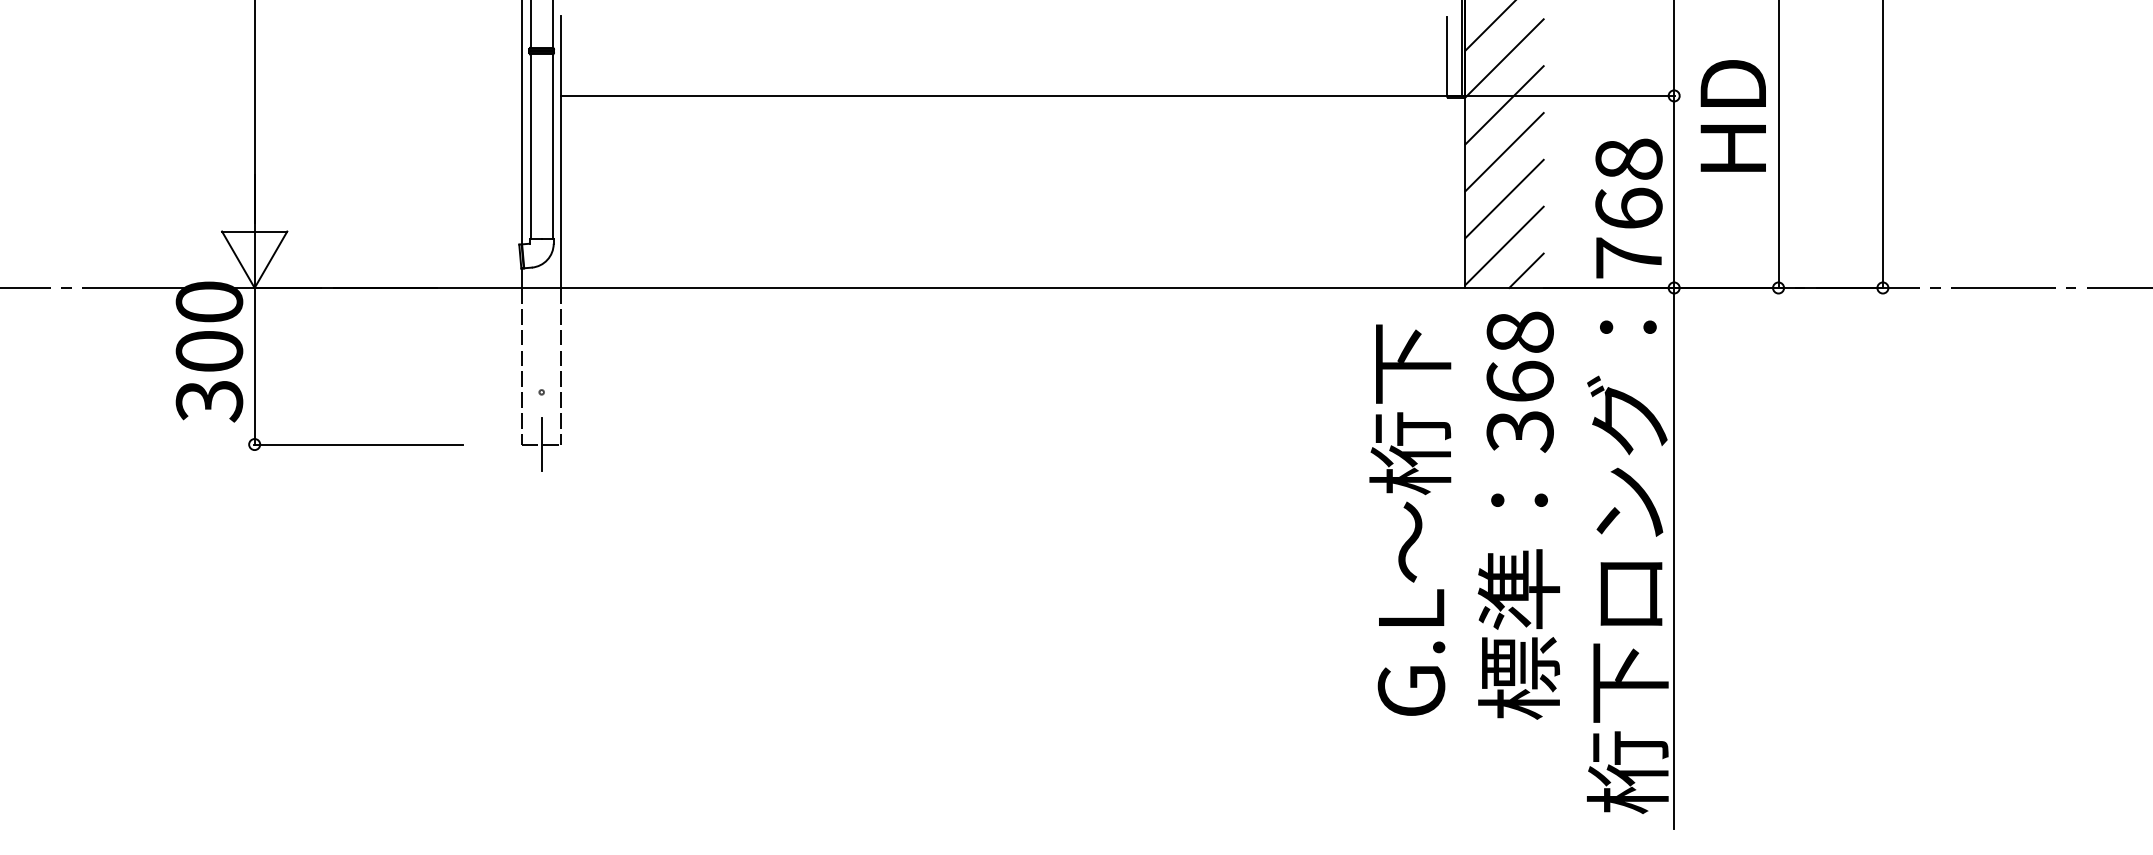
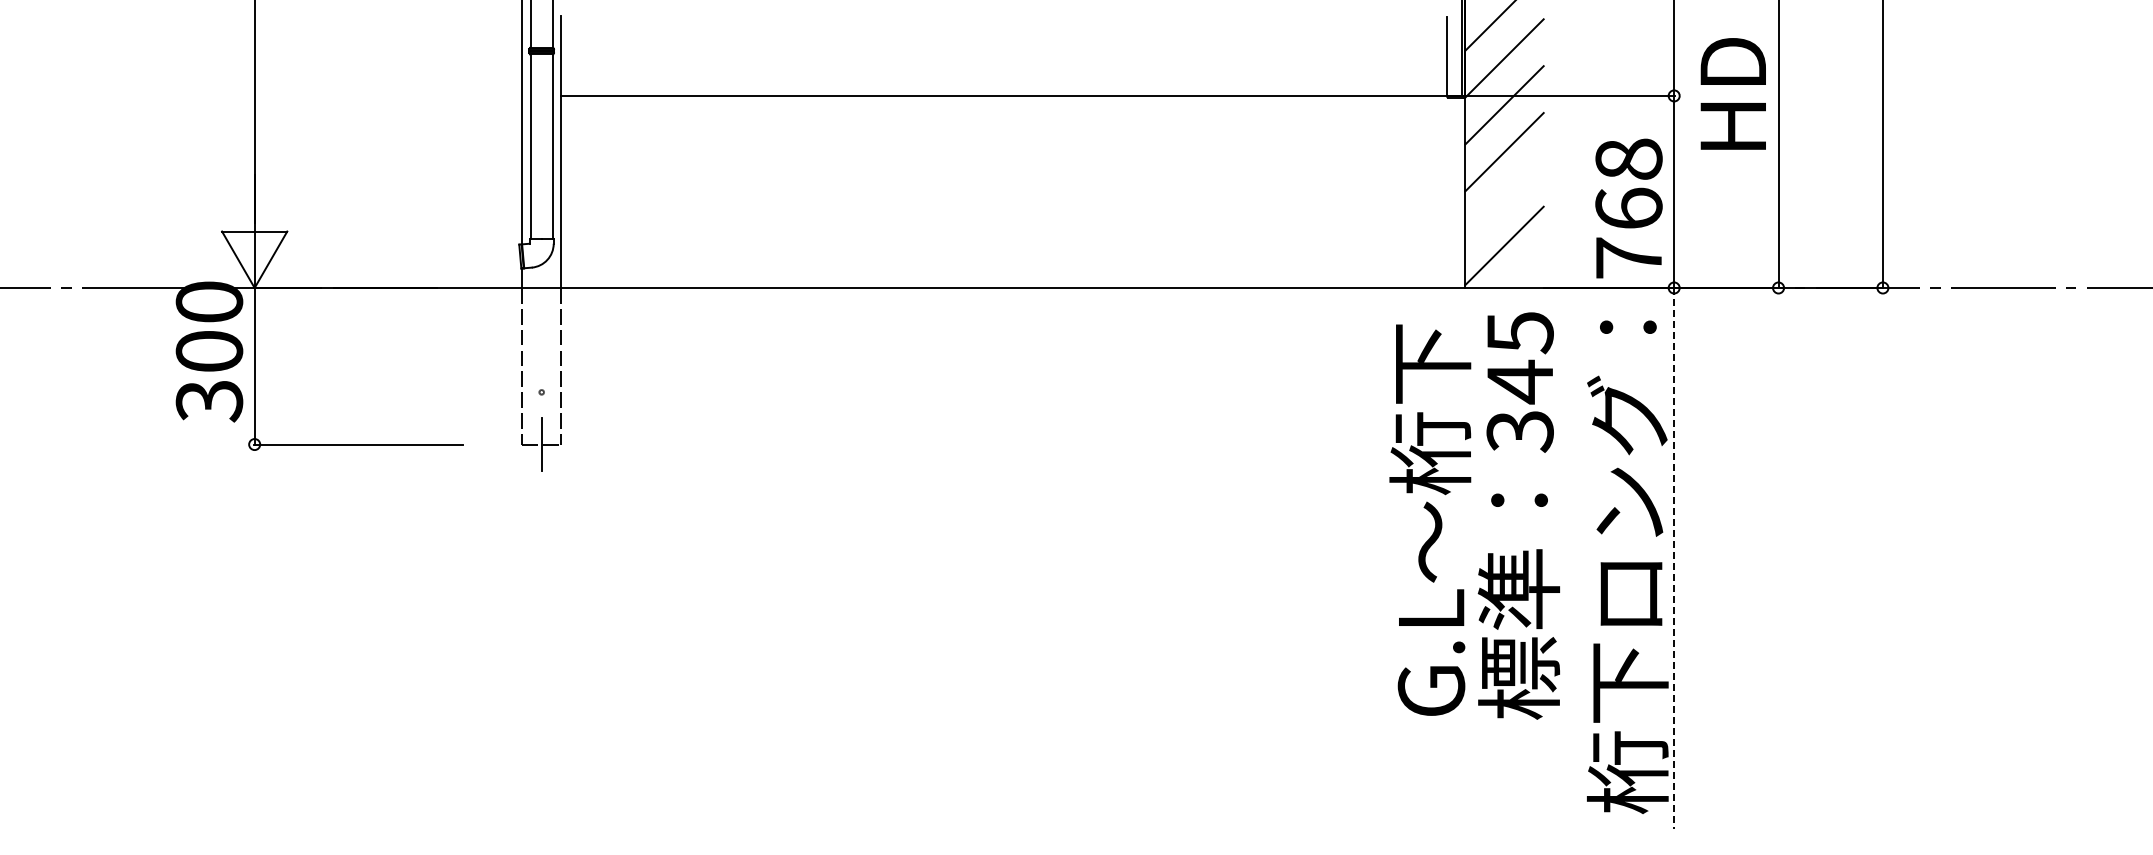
text at (1732, 115) position: (1732, 115) -> (1732, 93)
line at (1504, 198): present -> none
line at (1526, 270): present -> none
text at (1519, 357): 368 -> 345
text at (1410, 519) position: (1410, 519) -> (1430, 519)
line at (1674, 558): solid -> dashed
